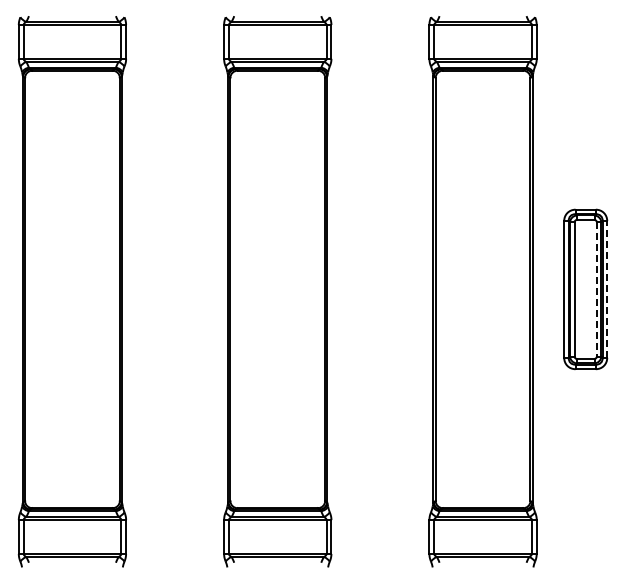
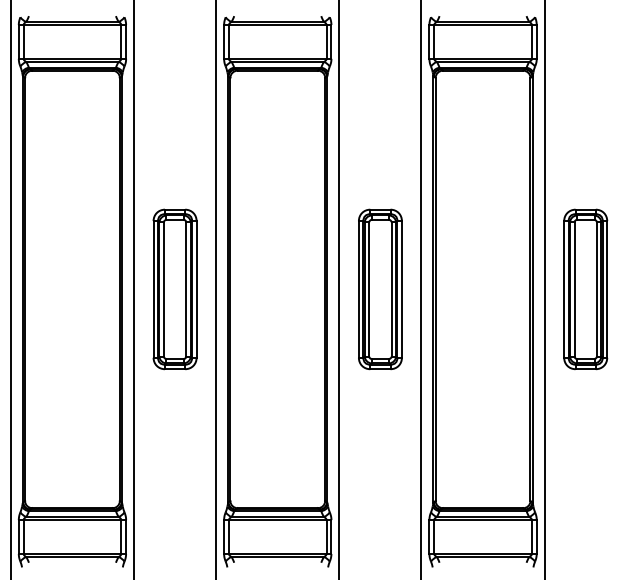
line at (607, 288): dashed -> solid
line at (10, 289): none -> present
line at (134, 289): none -> present
part at (174, 289): none -> present
line at (216, 289): none -> present
line at (339, 289): none -> present
part at (380, 289): none -> present
line at (421, 289): none -> present
line at (544, 289): none -> present
line at (596, 289): dashed -> solid
